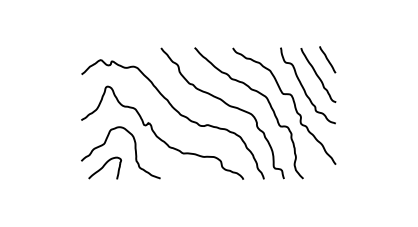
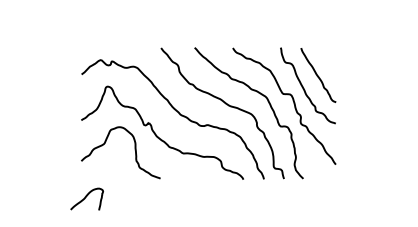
line at (327, 59): present -> none
curve at (104, 166) position: (104, 166) -> (86, 197)
